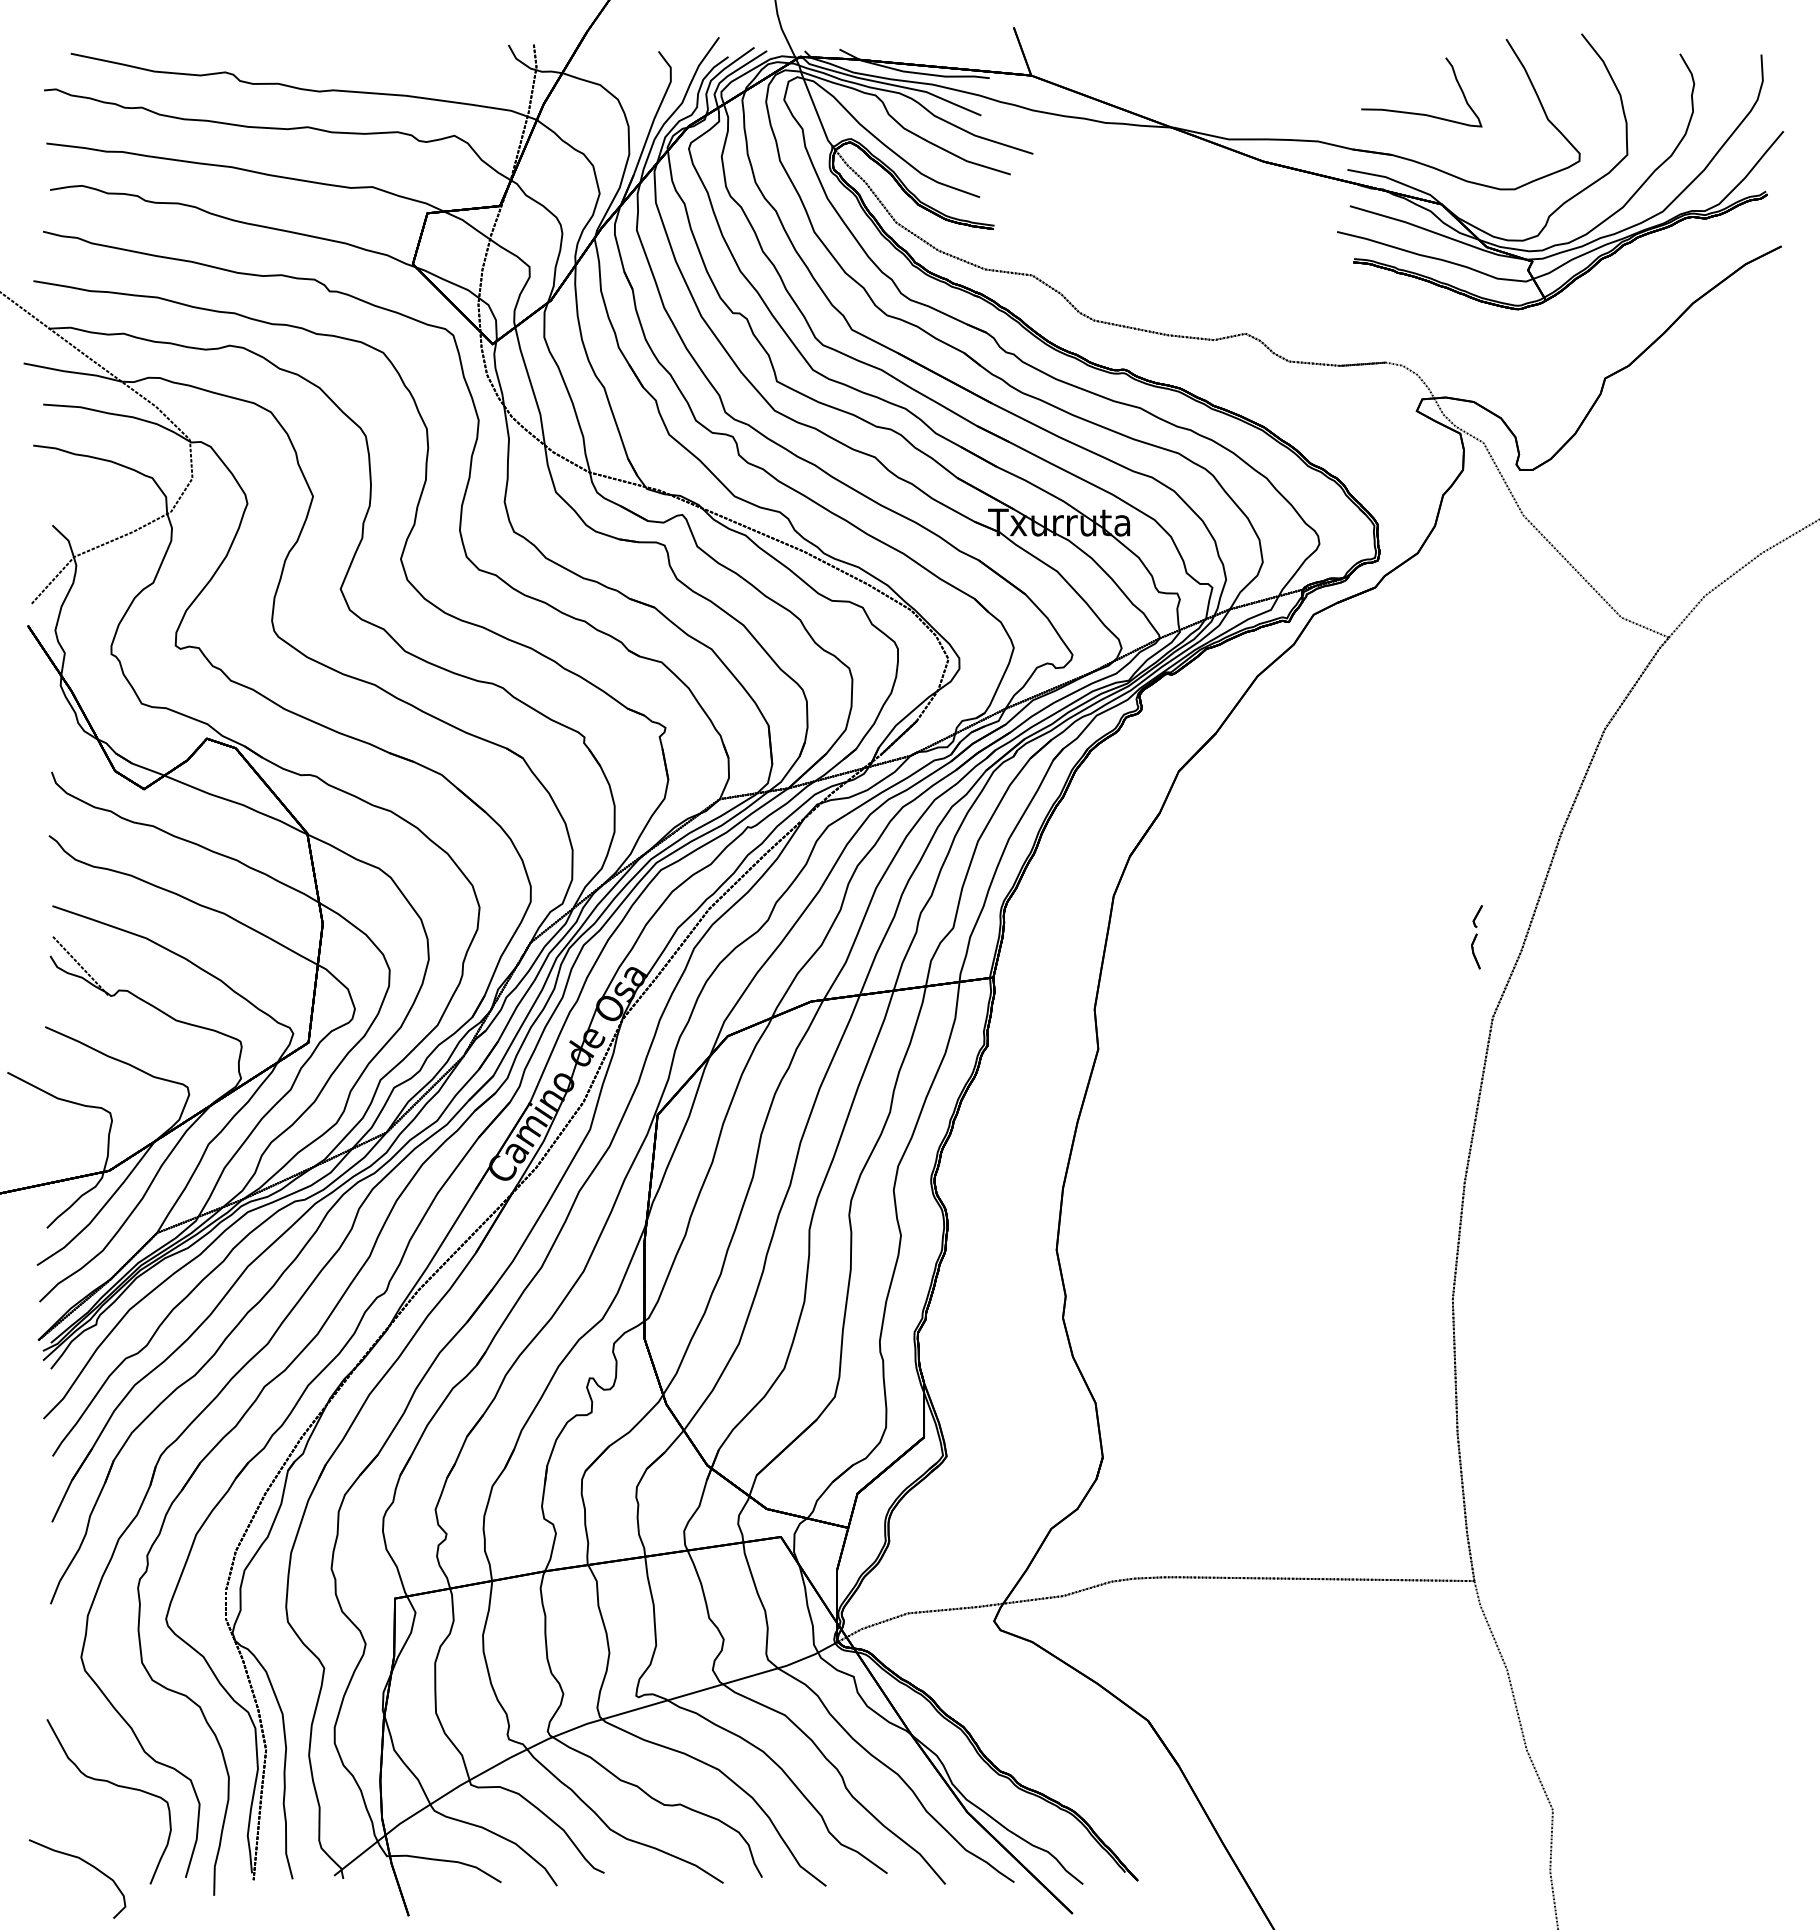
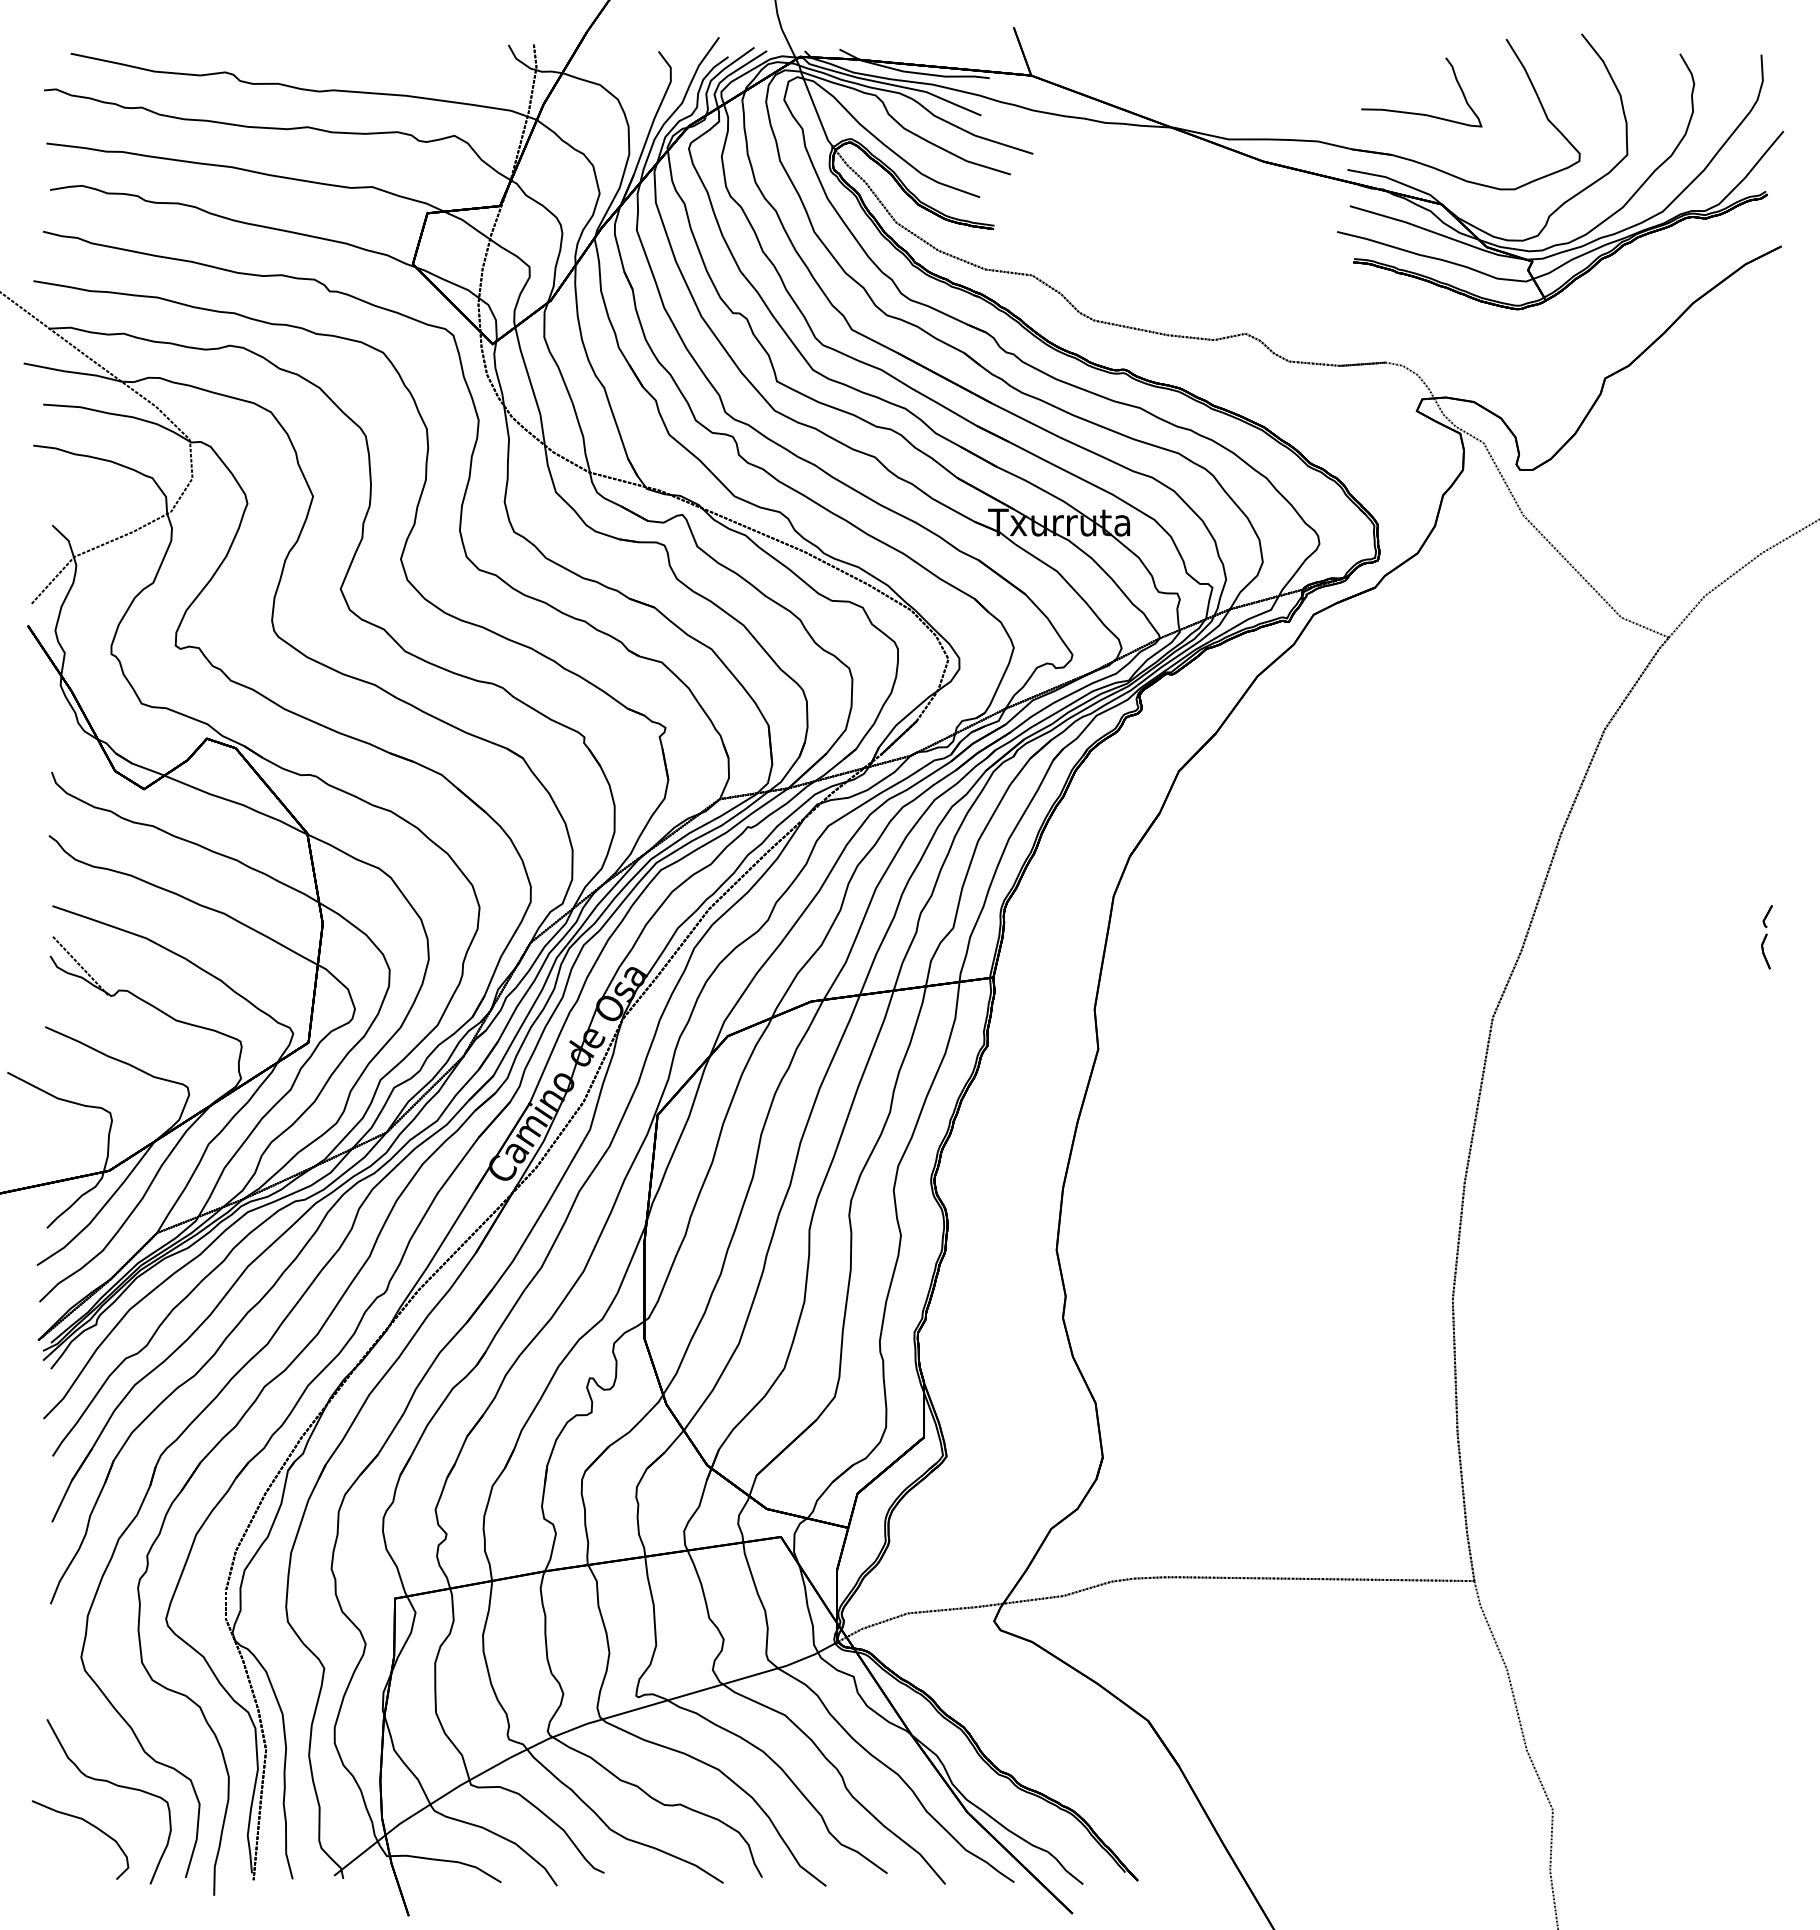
part at (1476, 937) position: (1476, 937) -> (1766, 937)
curve at (84, 1862) position: (84, 1862) -> (87, 1823)
